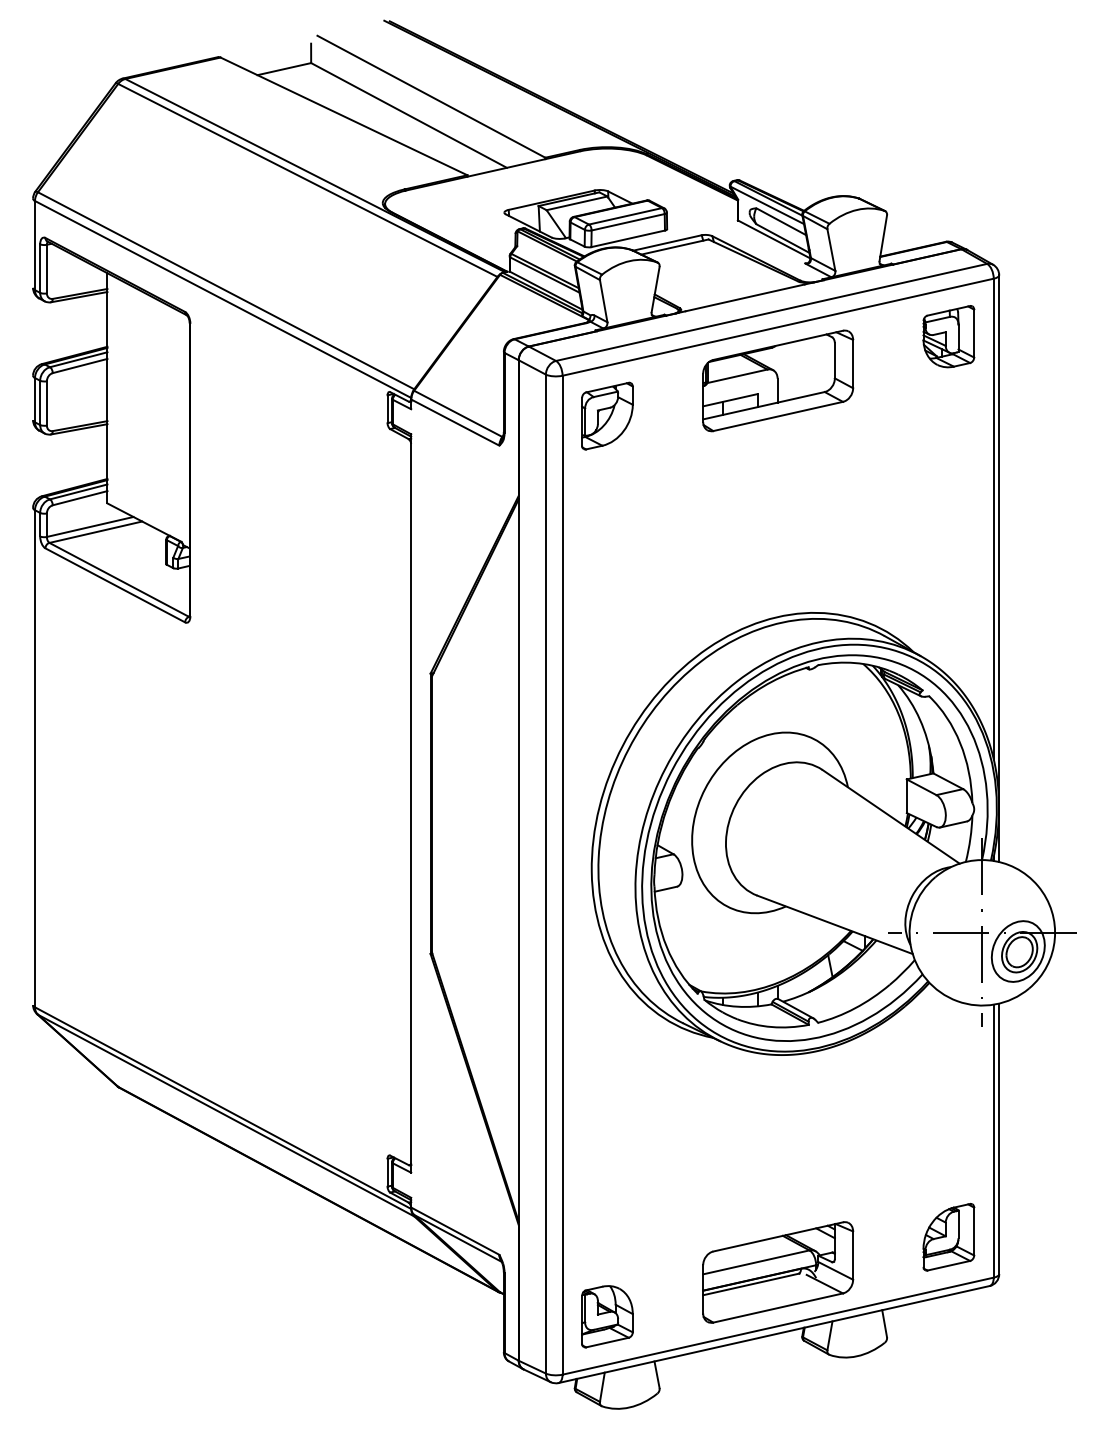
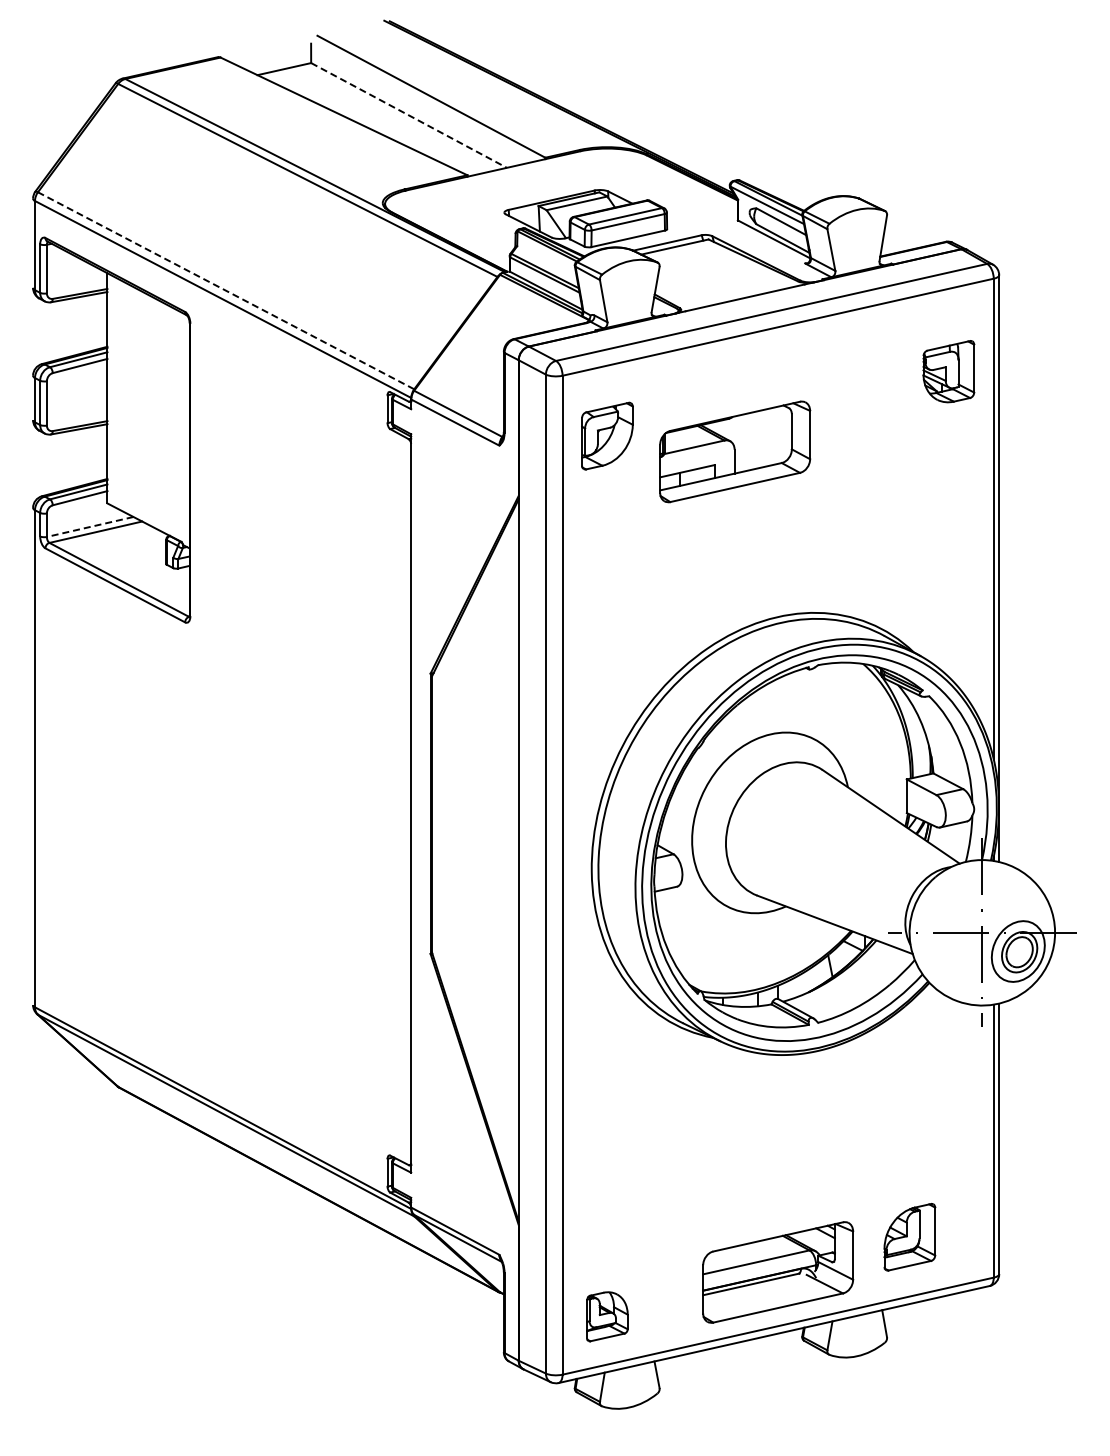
line at (409, 115): solid -> dashed
line at (225, 290): solid -> dashed
part at (948, 336) position: (948, 336) -> (948, 371)
part at (778, 380) position: (778, 380) -> (735, 451)
part at (607, 415) position: (607, 415) -> (607, 435)
line at (89, 527): solid -> dashed
part at (948, 1237) position: (948, 1237) -> (909, 1237)
part at (607, 1316) size: 53x64 px -> 43x52 px
